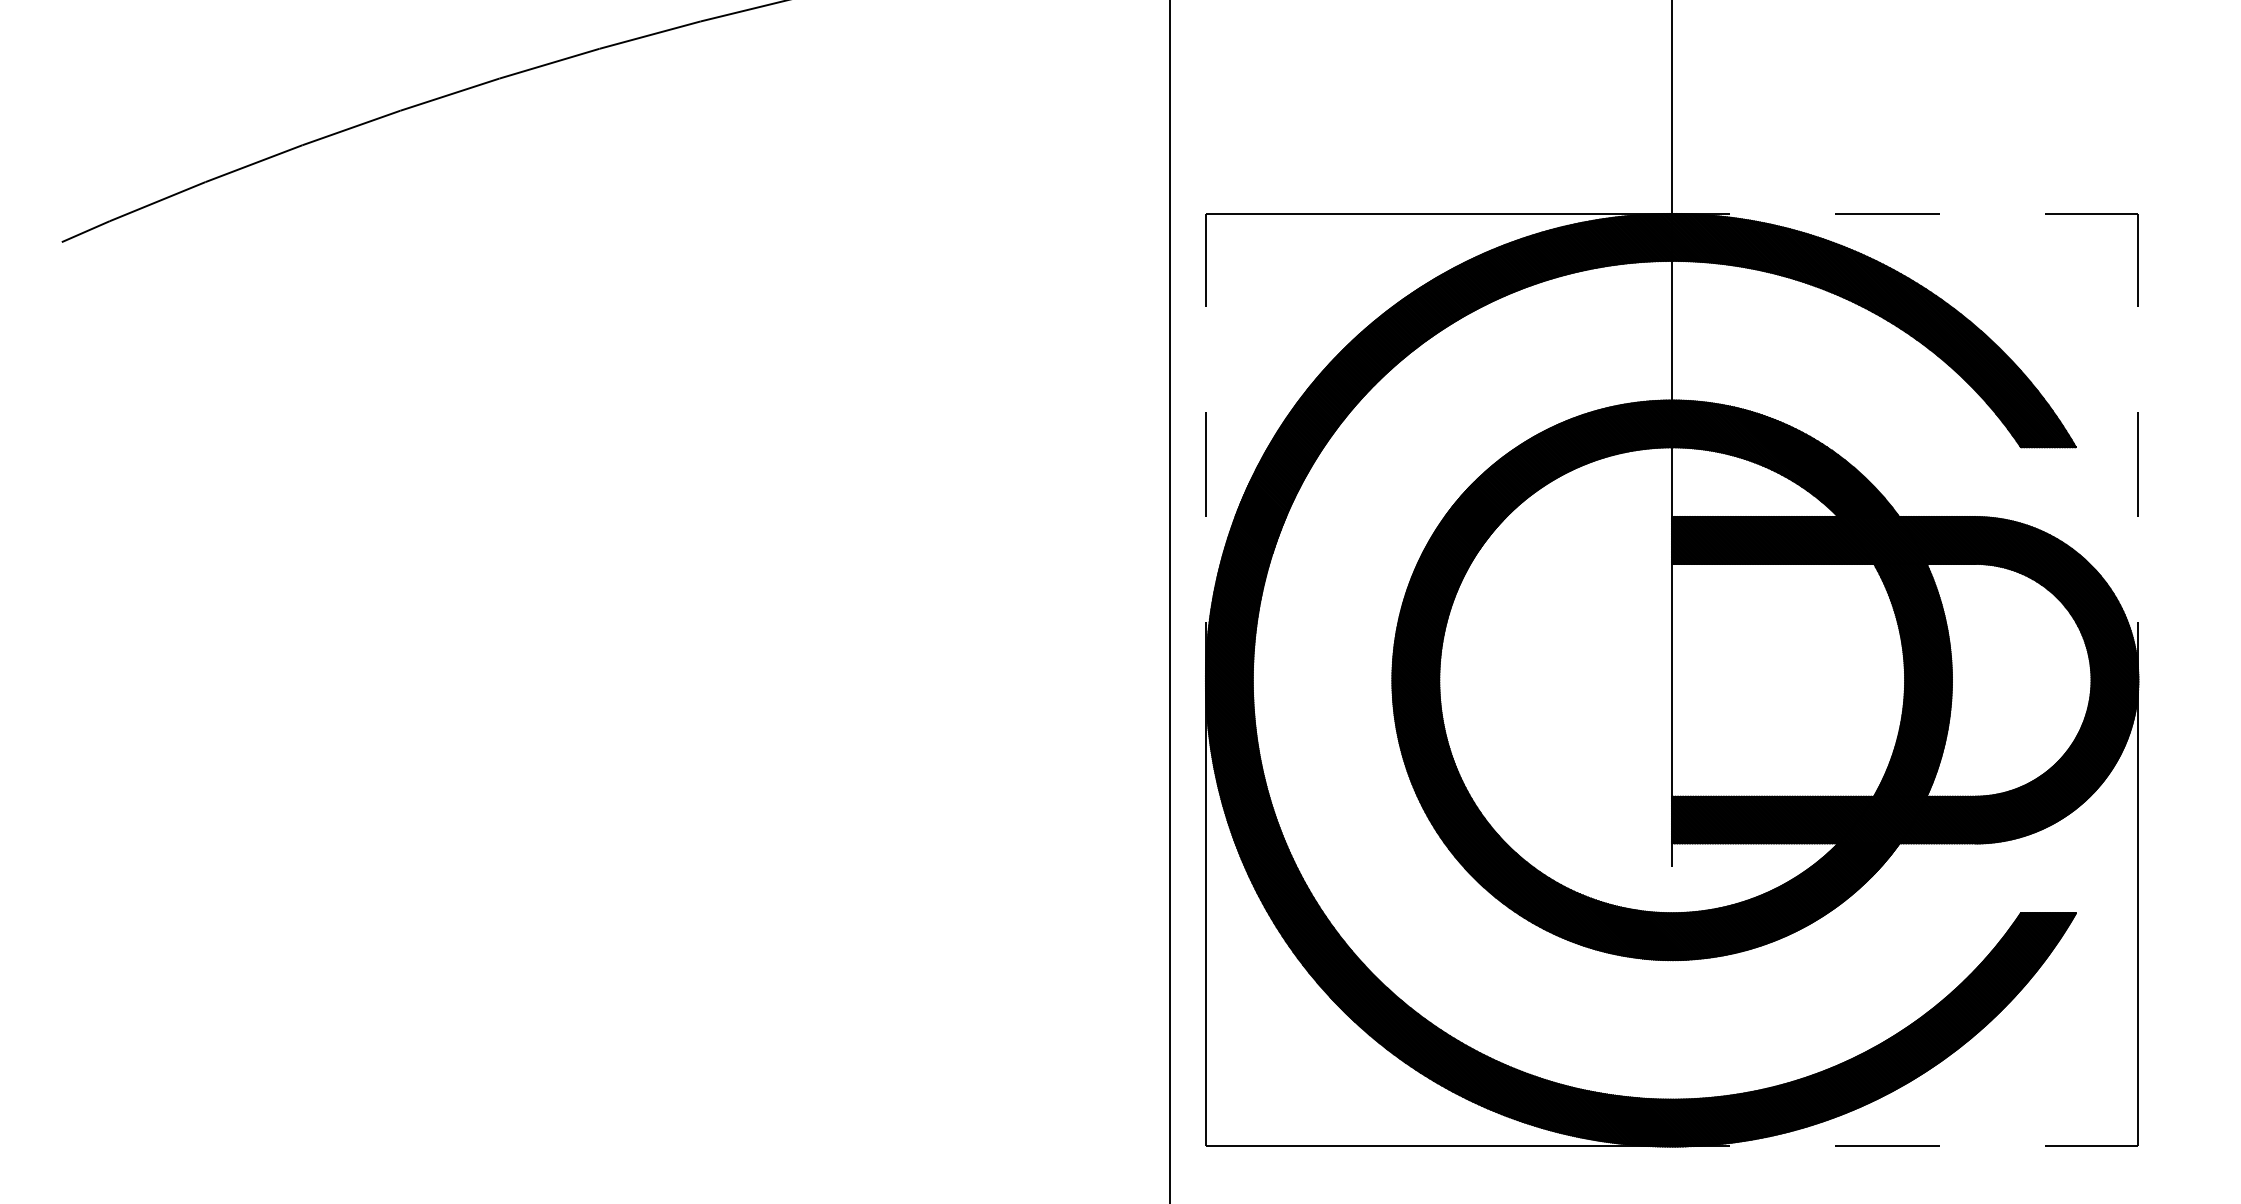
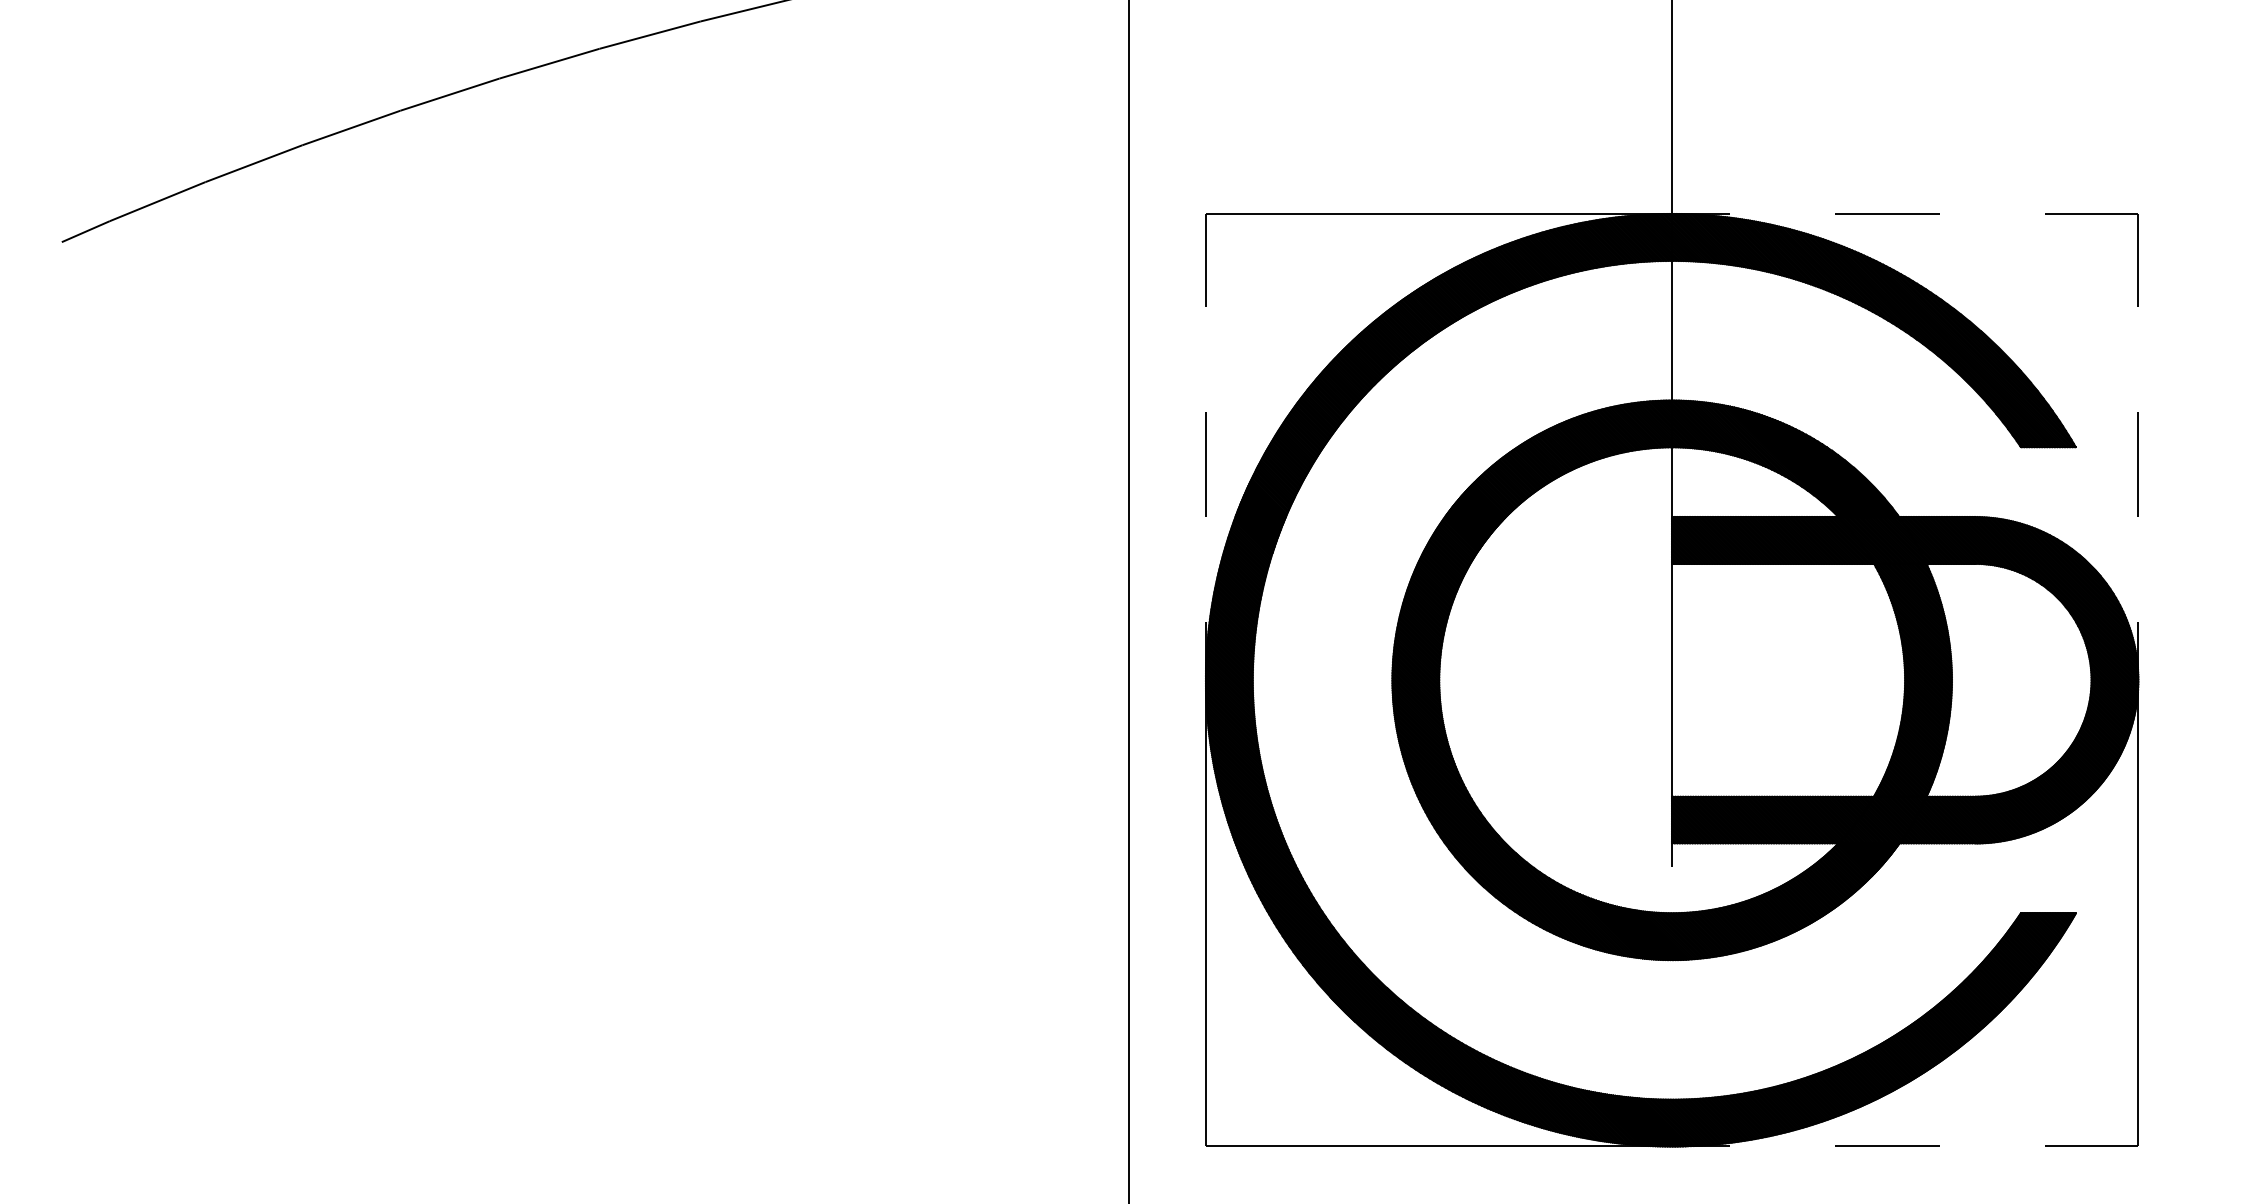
line at (1169, 601) position: (1169, 601) -> (1128, 601)
